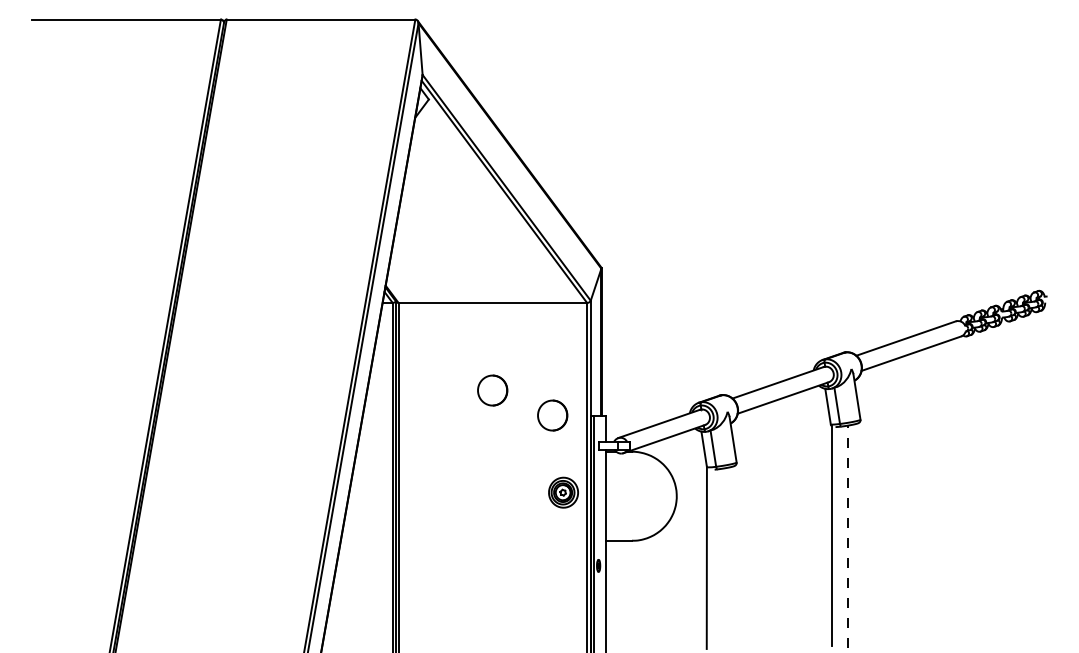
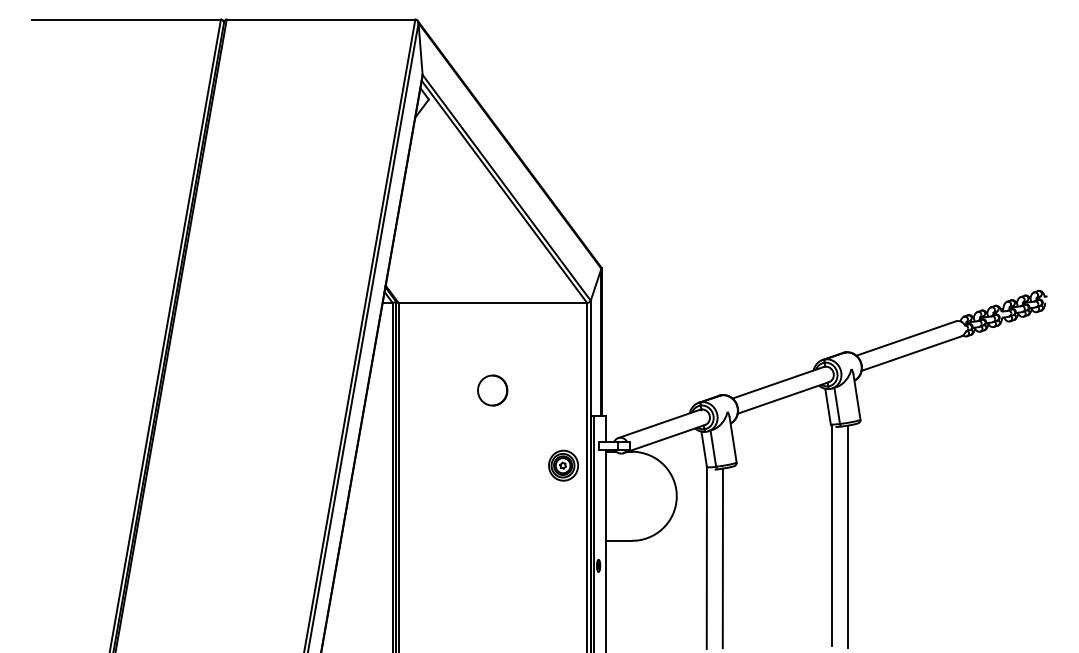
part at (552, 415): present -> none
part at (563, 492) position: (563, 492) -> (563, 465)
line at (847, 536): dashed -> solid
line at (722, 558): none -> present
